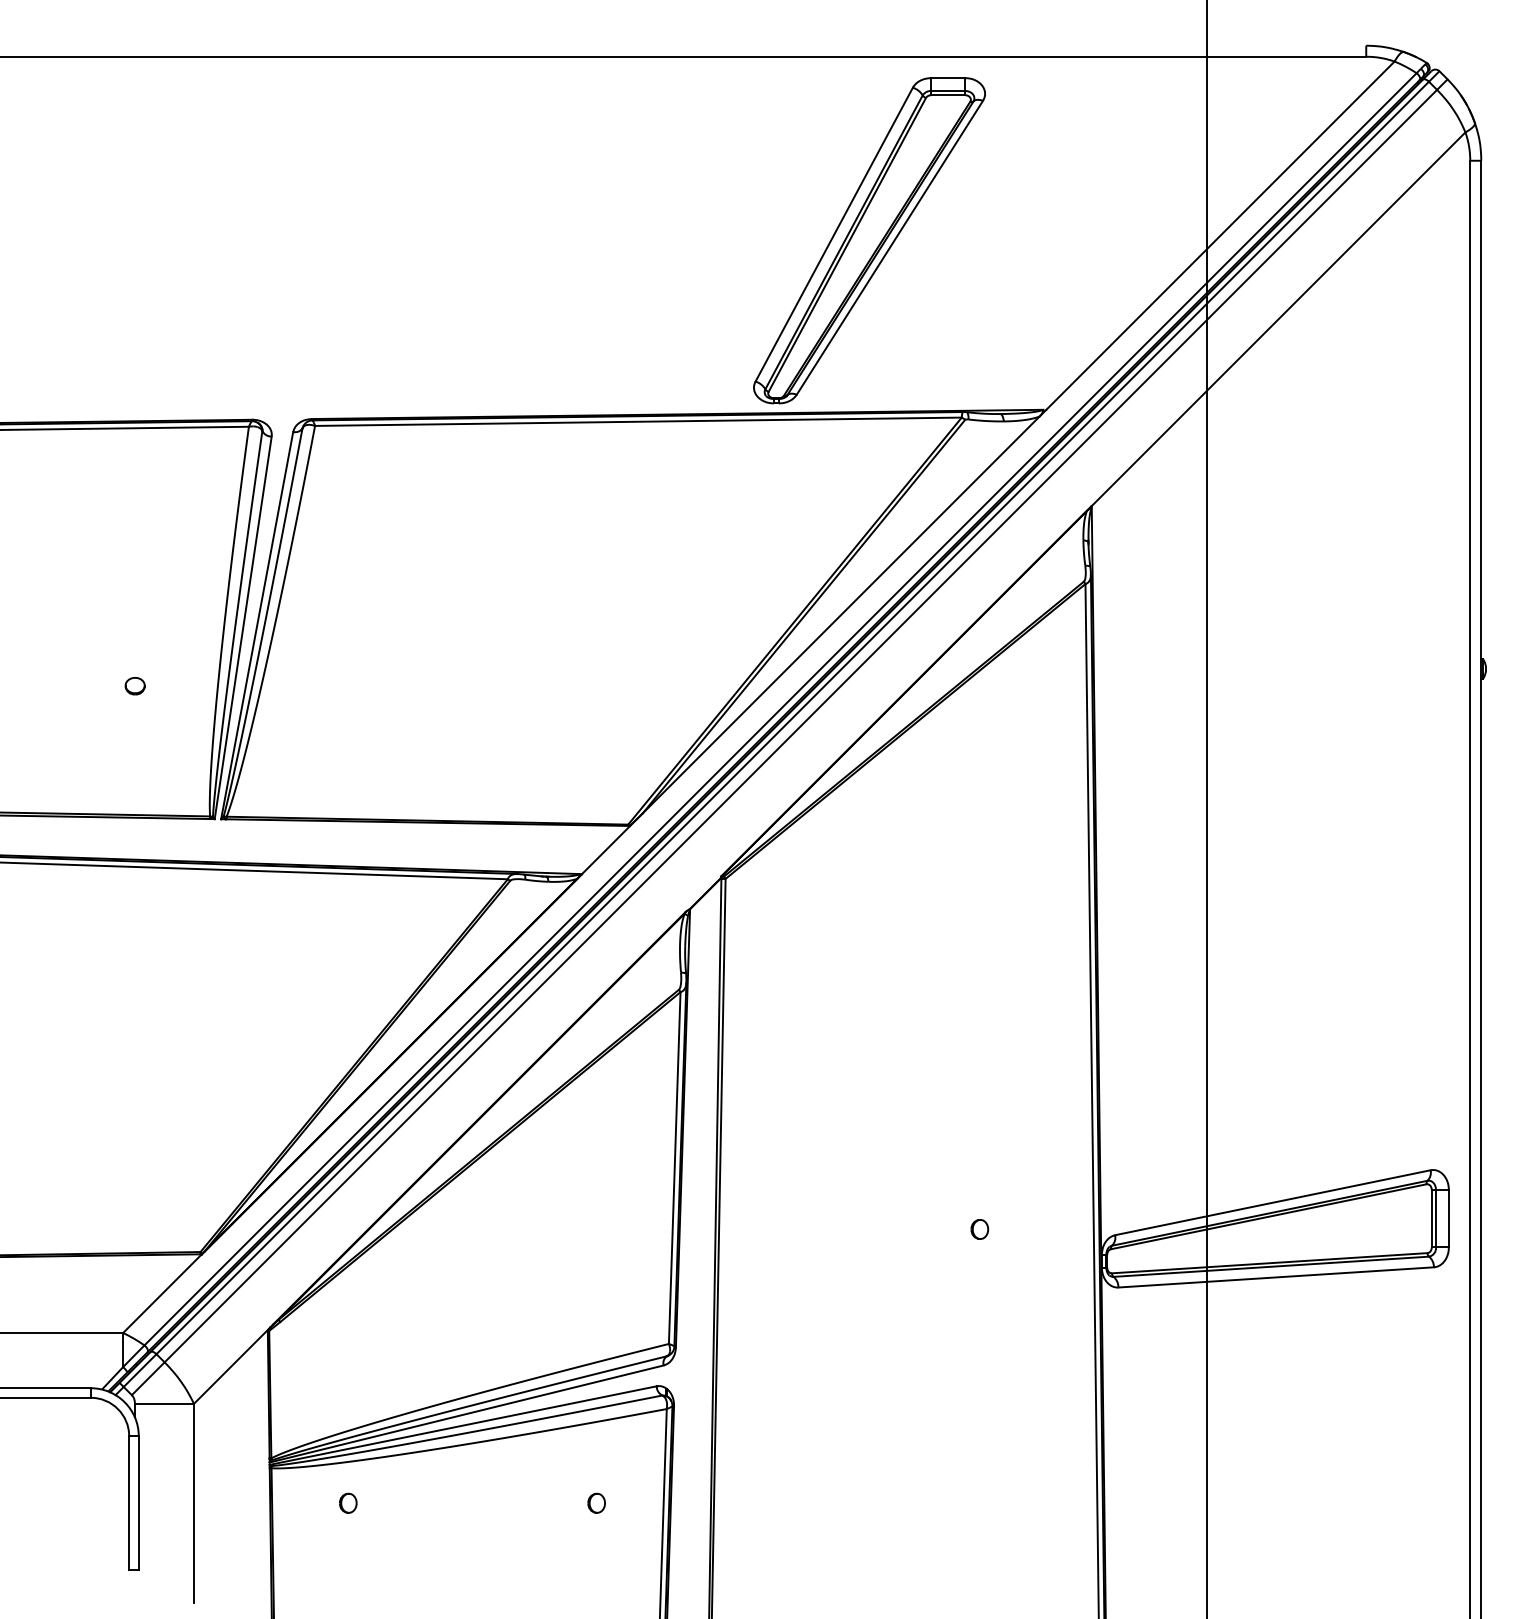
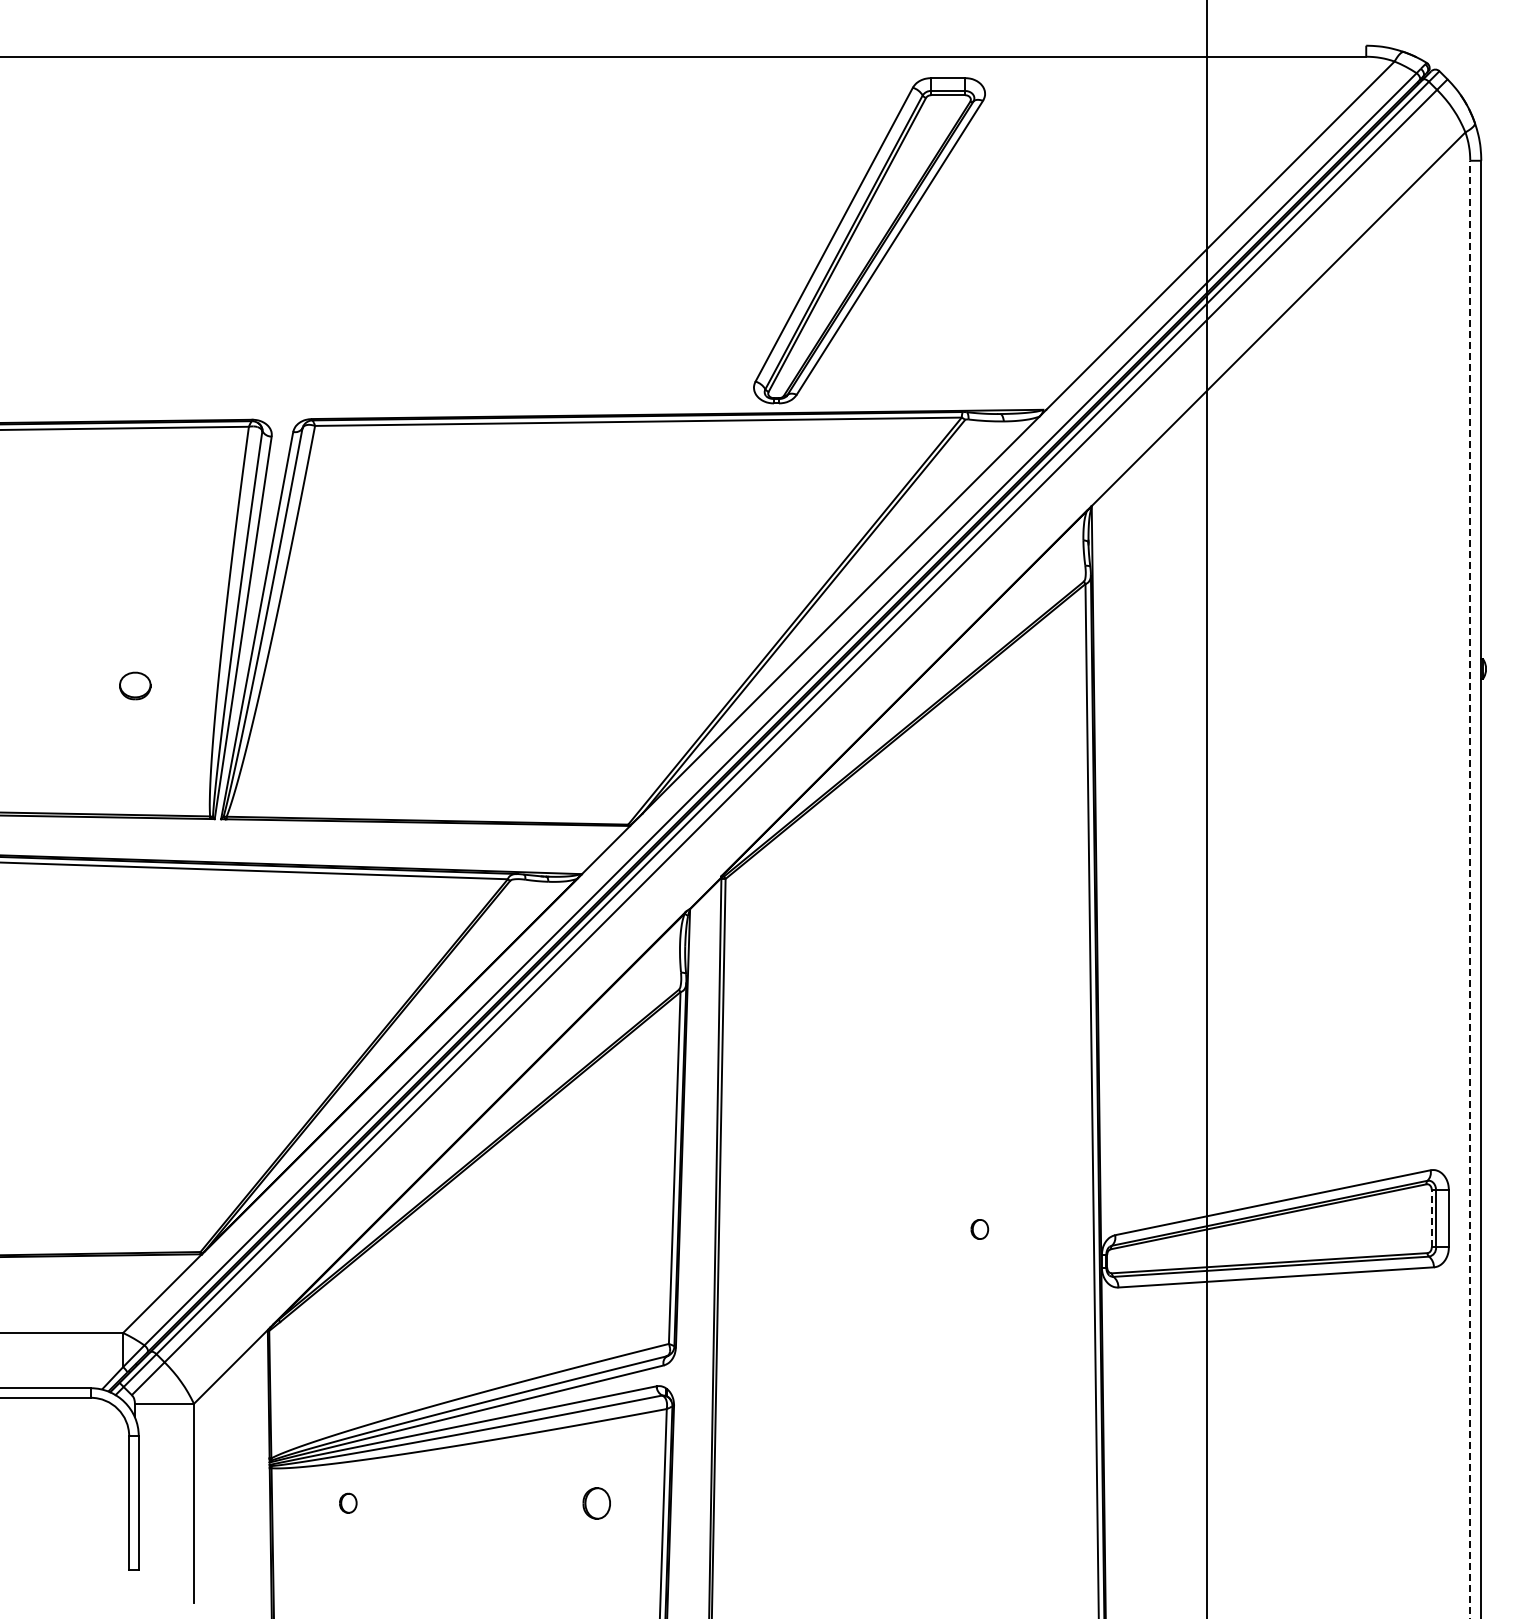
part at (134, 686) size: 22x19 px -> 33x30 px
line at (1470, 889): solid -> dashed
line at (1431, 1218): solid -> dashed
part at (596, 1502) size: 19x22 px -> 29x33 px
